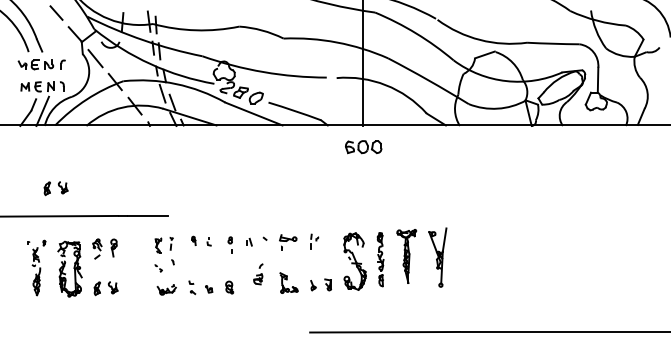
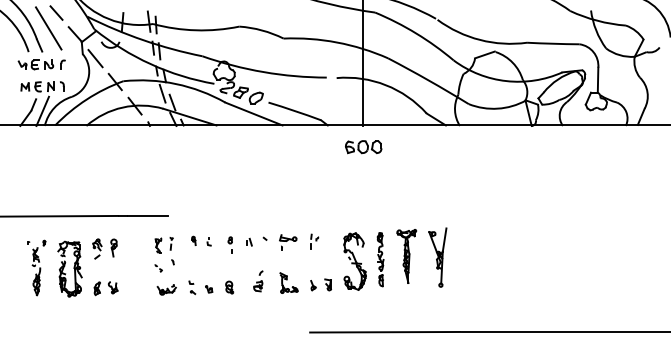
line at (48, 28): none -> present
part at (55, 188): present -> none
part at (258, 274) position: (258, 274) -> (258, 281)
